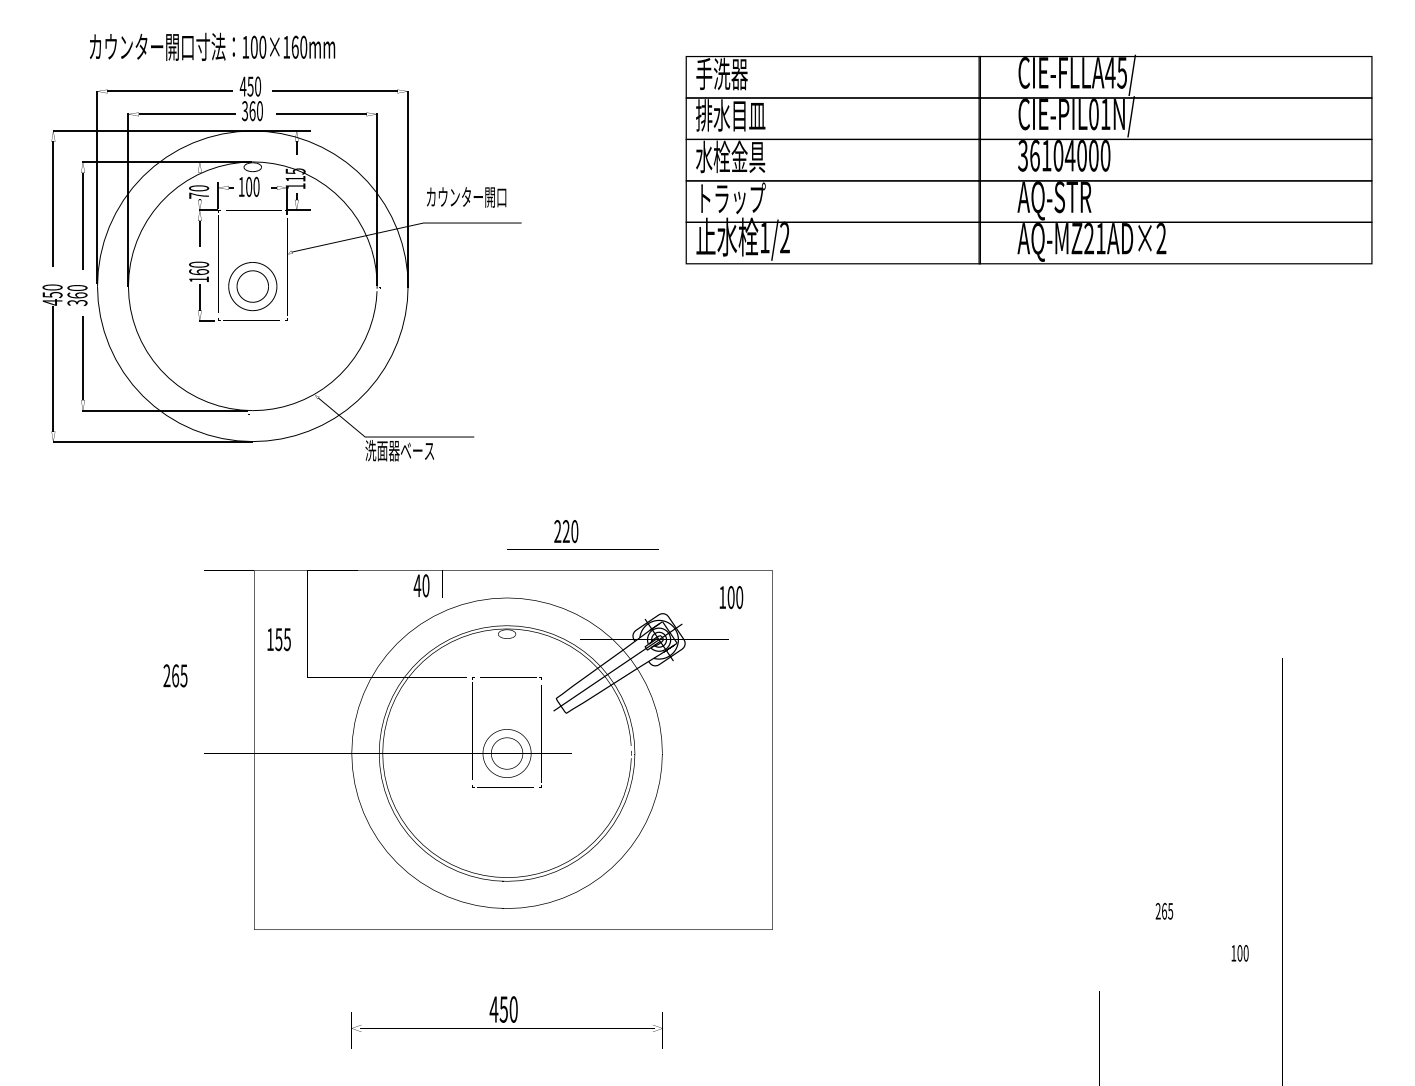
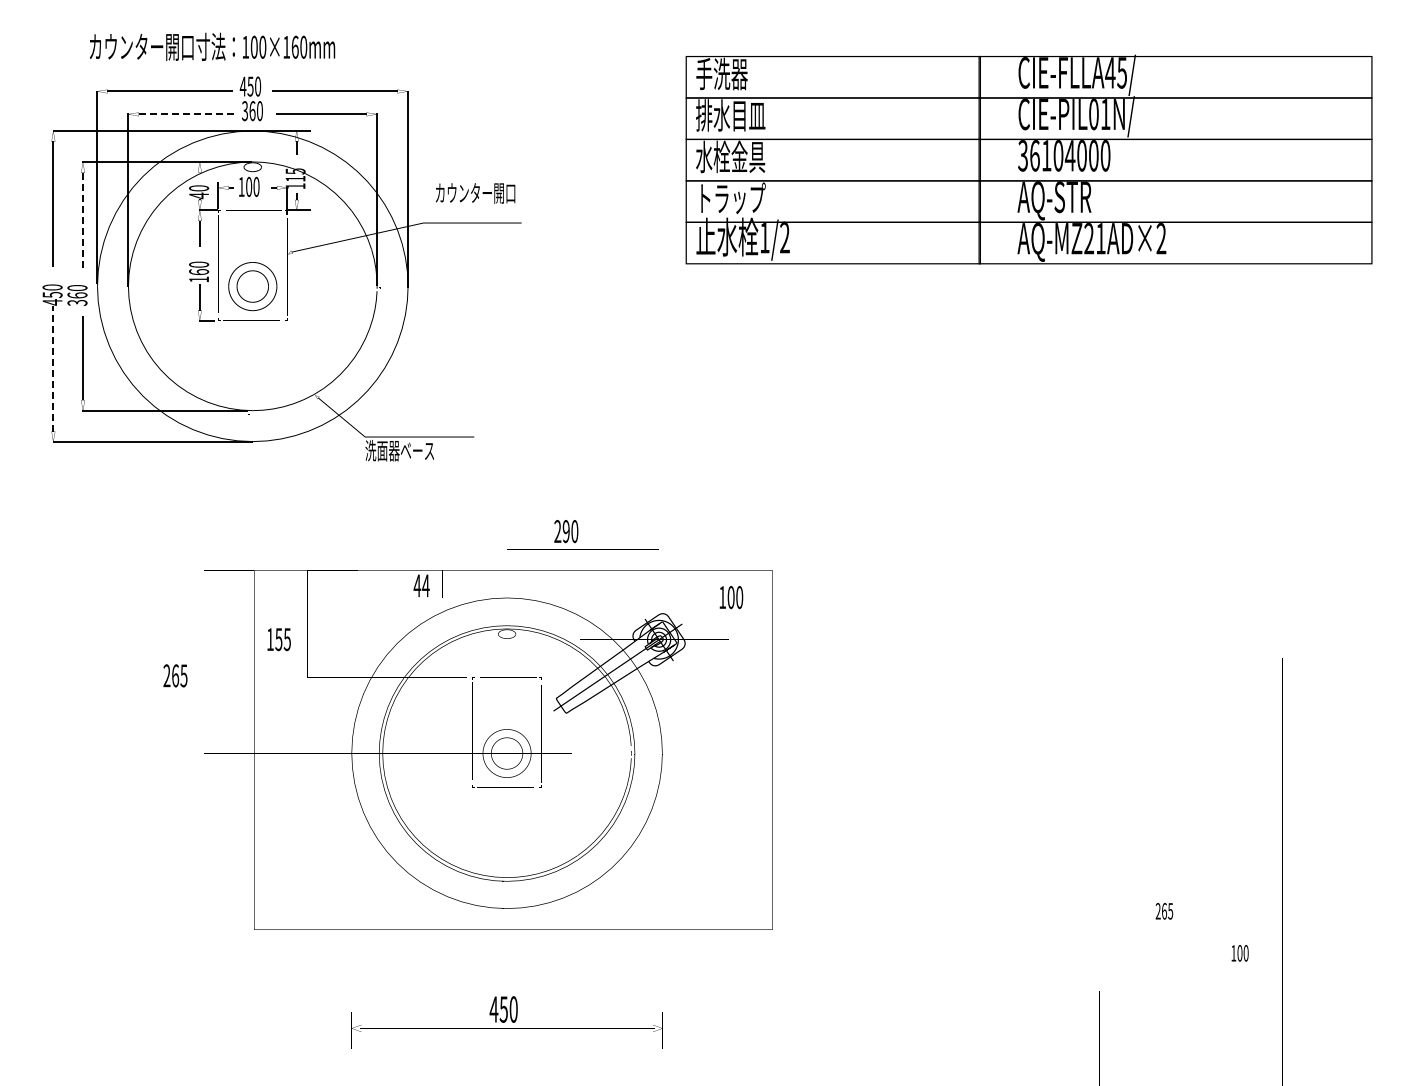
line at (187, 114): solid -> dashed
text at (198, 195): 70 -> 40
text at (466, 197) position: (466, 197) -> (475, 193)
line at (82, 221): solid -> dashed
line at (53, 368): solid -> dashed
text at (565, 531): 220 -> 290
text at (425, 585): 40 -> 44
